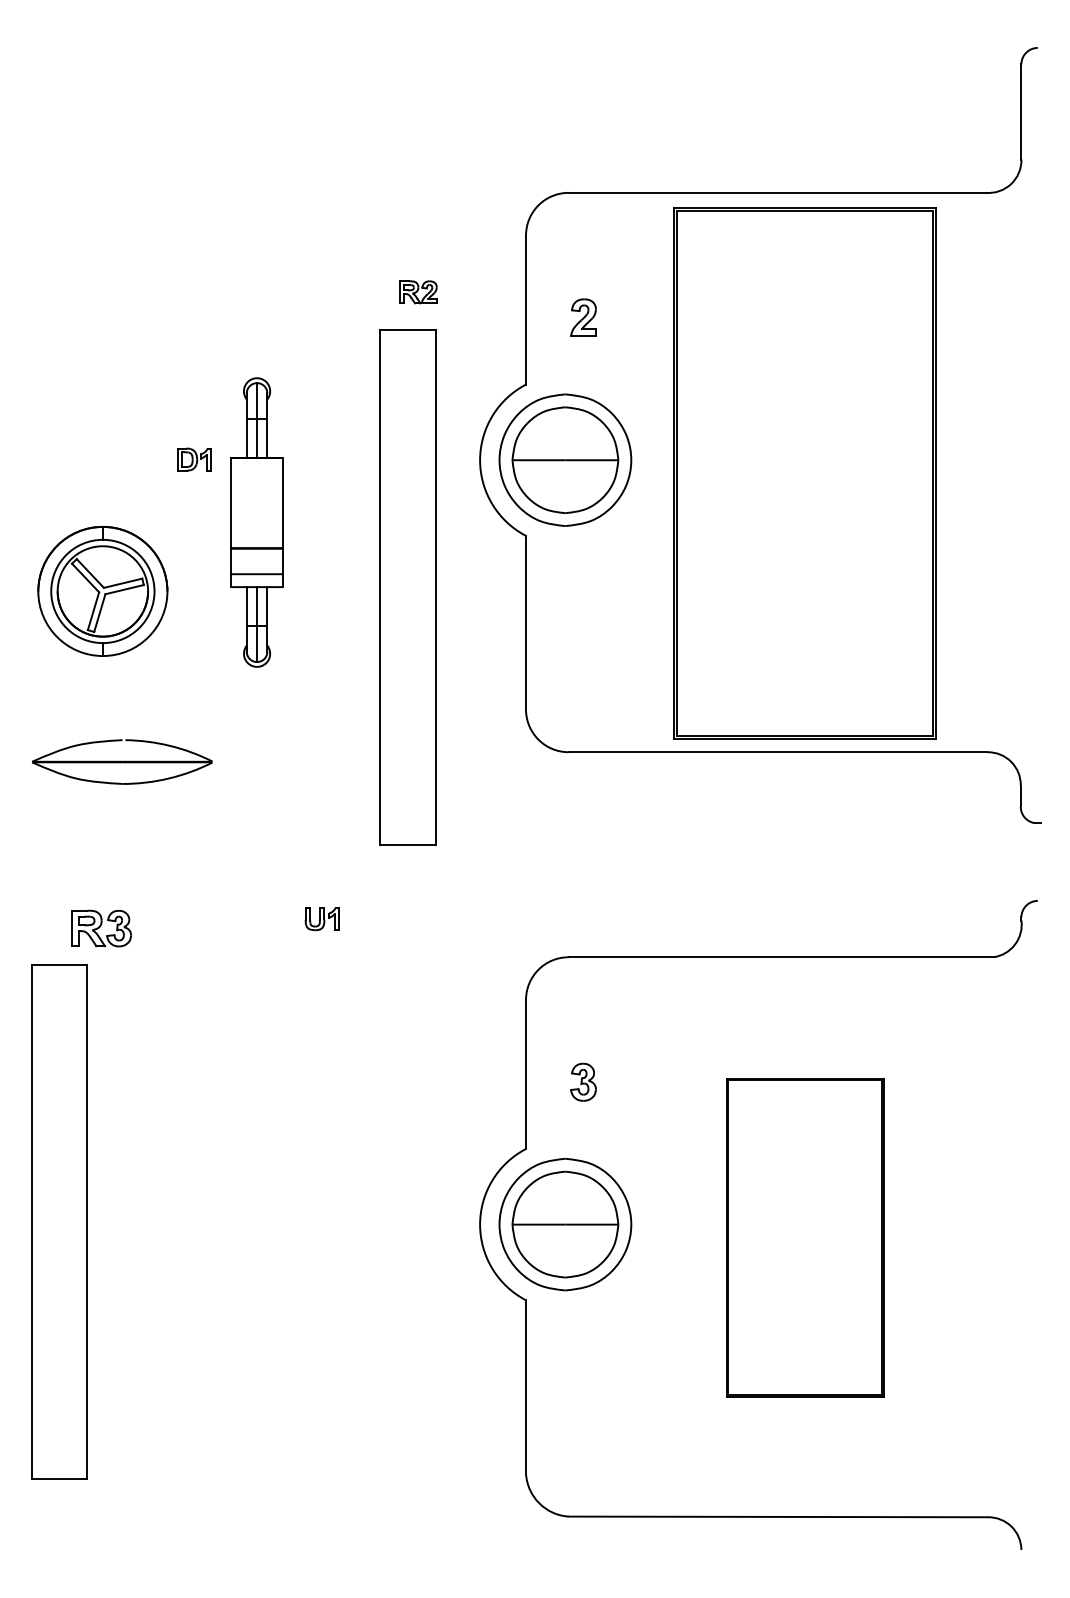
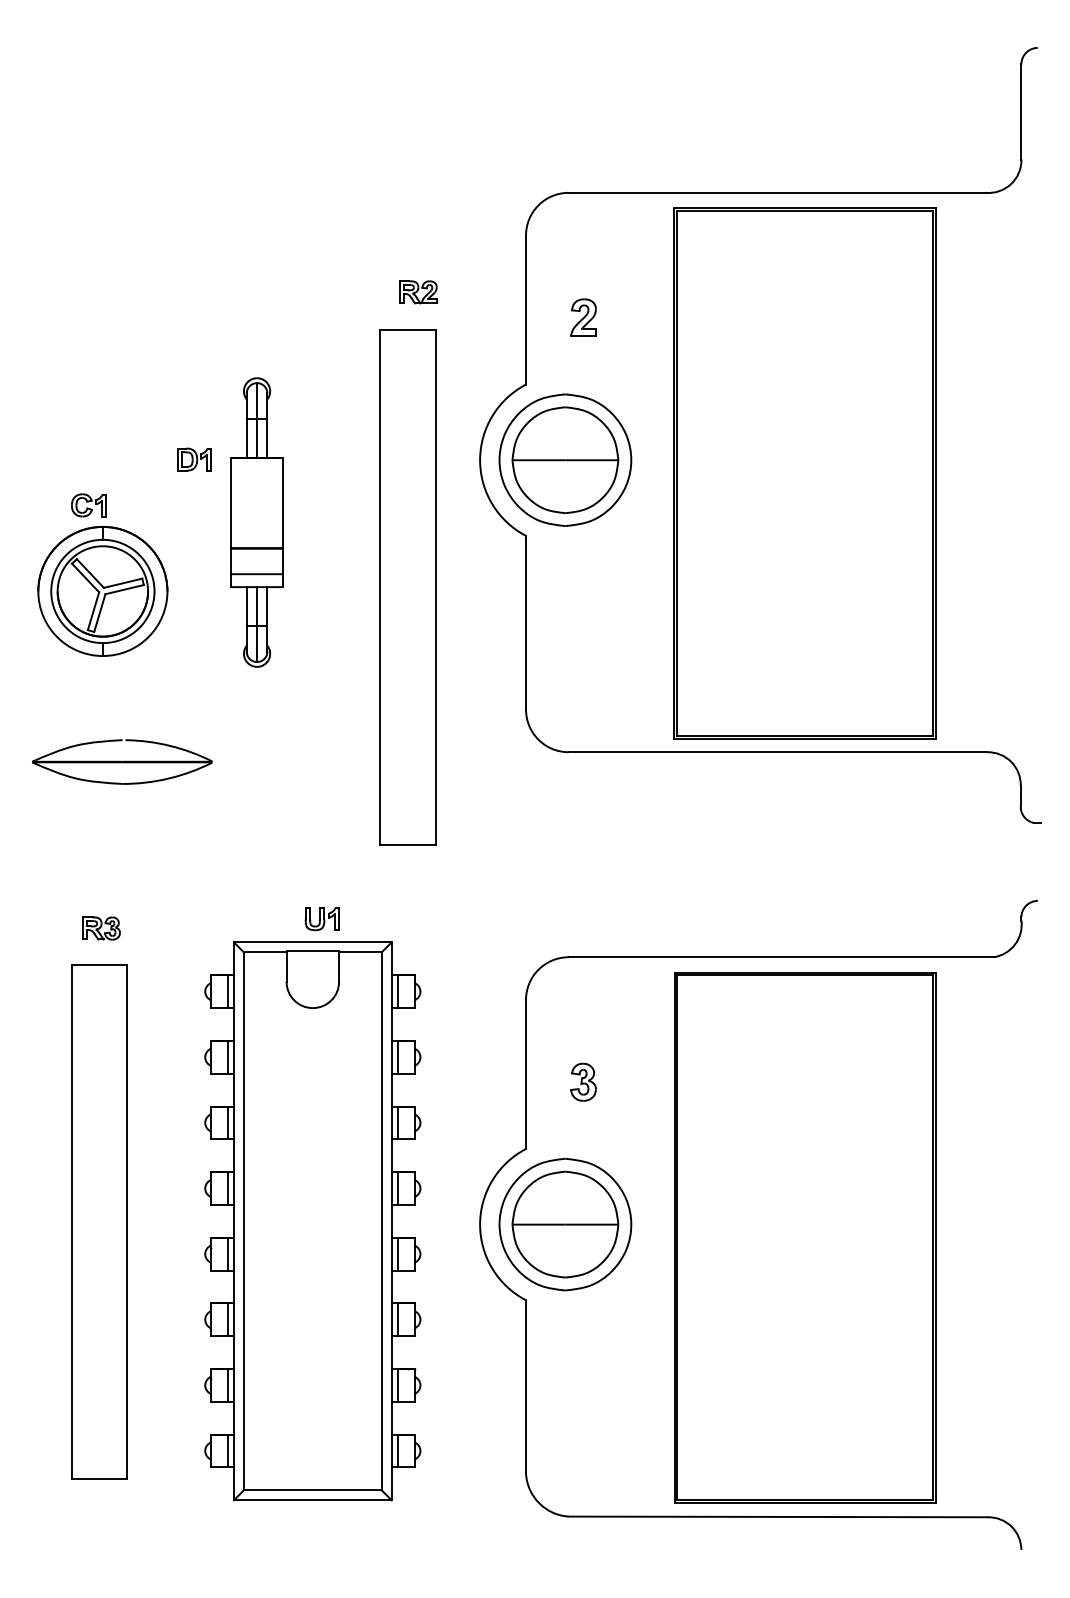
part at (88, 505): none -> present
part at (101, 928) size: 61x39 px -> 39x25 px
part at (59, 1221) position: (59, 1221) -> (99, 1221)
part at (312, 1221): none -> present
part at (805, 1237) size: 159x320 px -> 263x532 px
